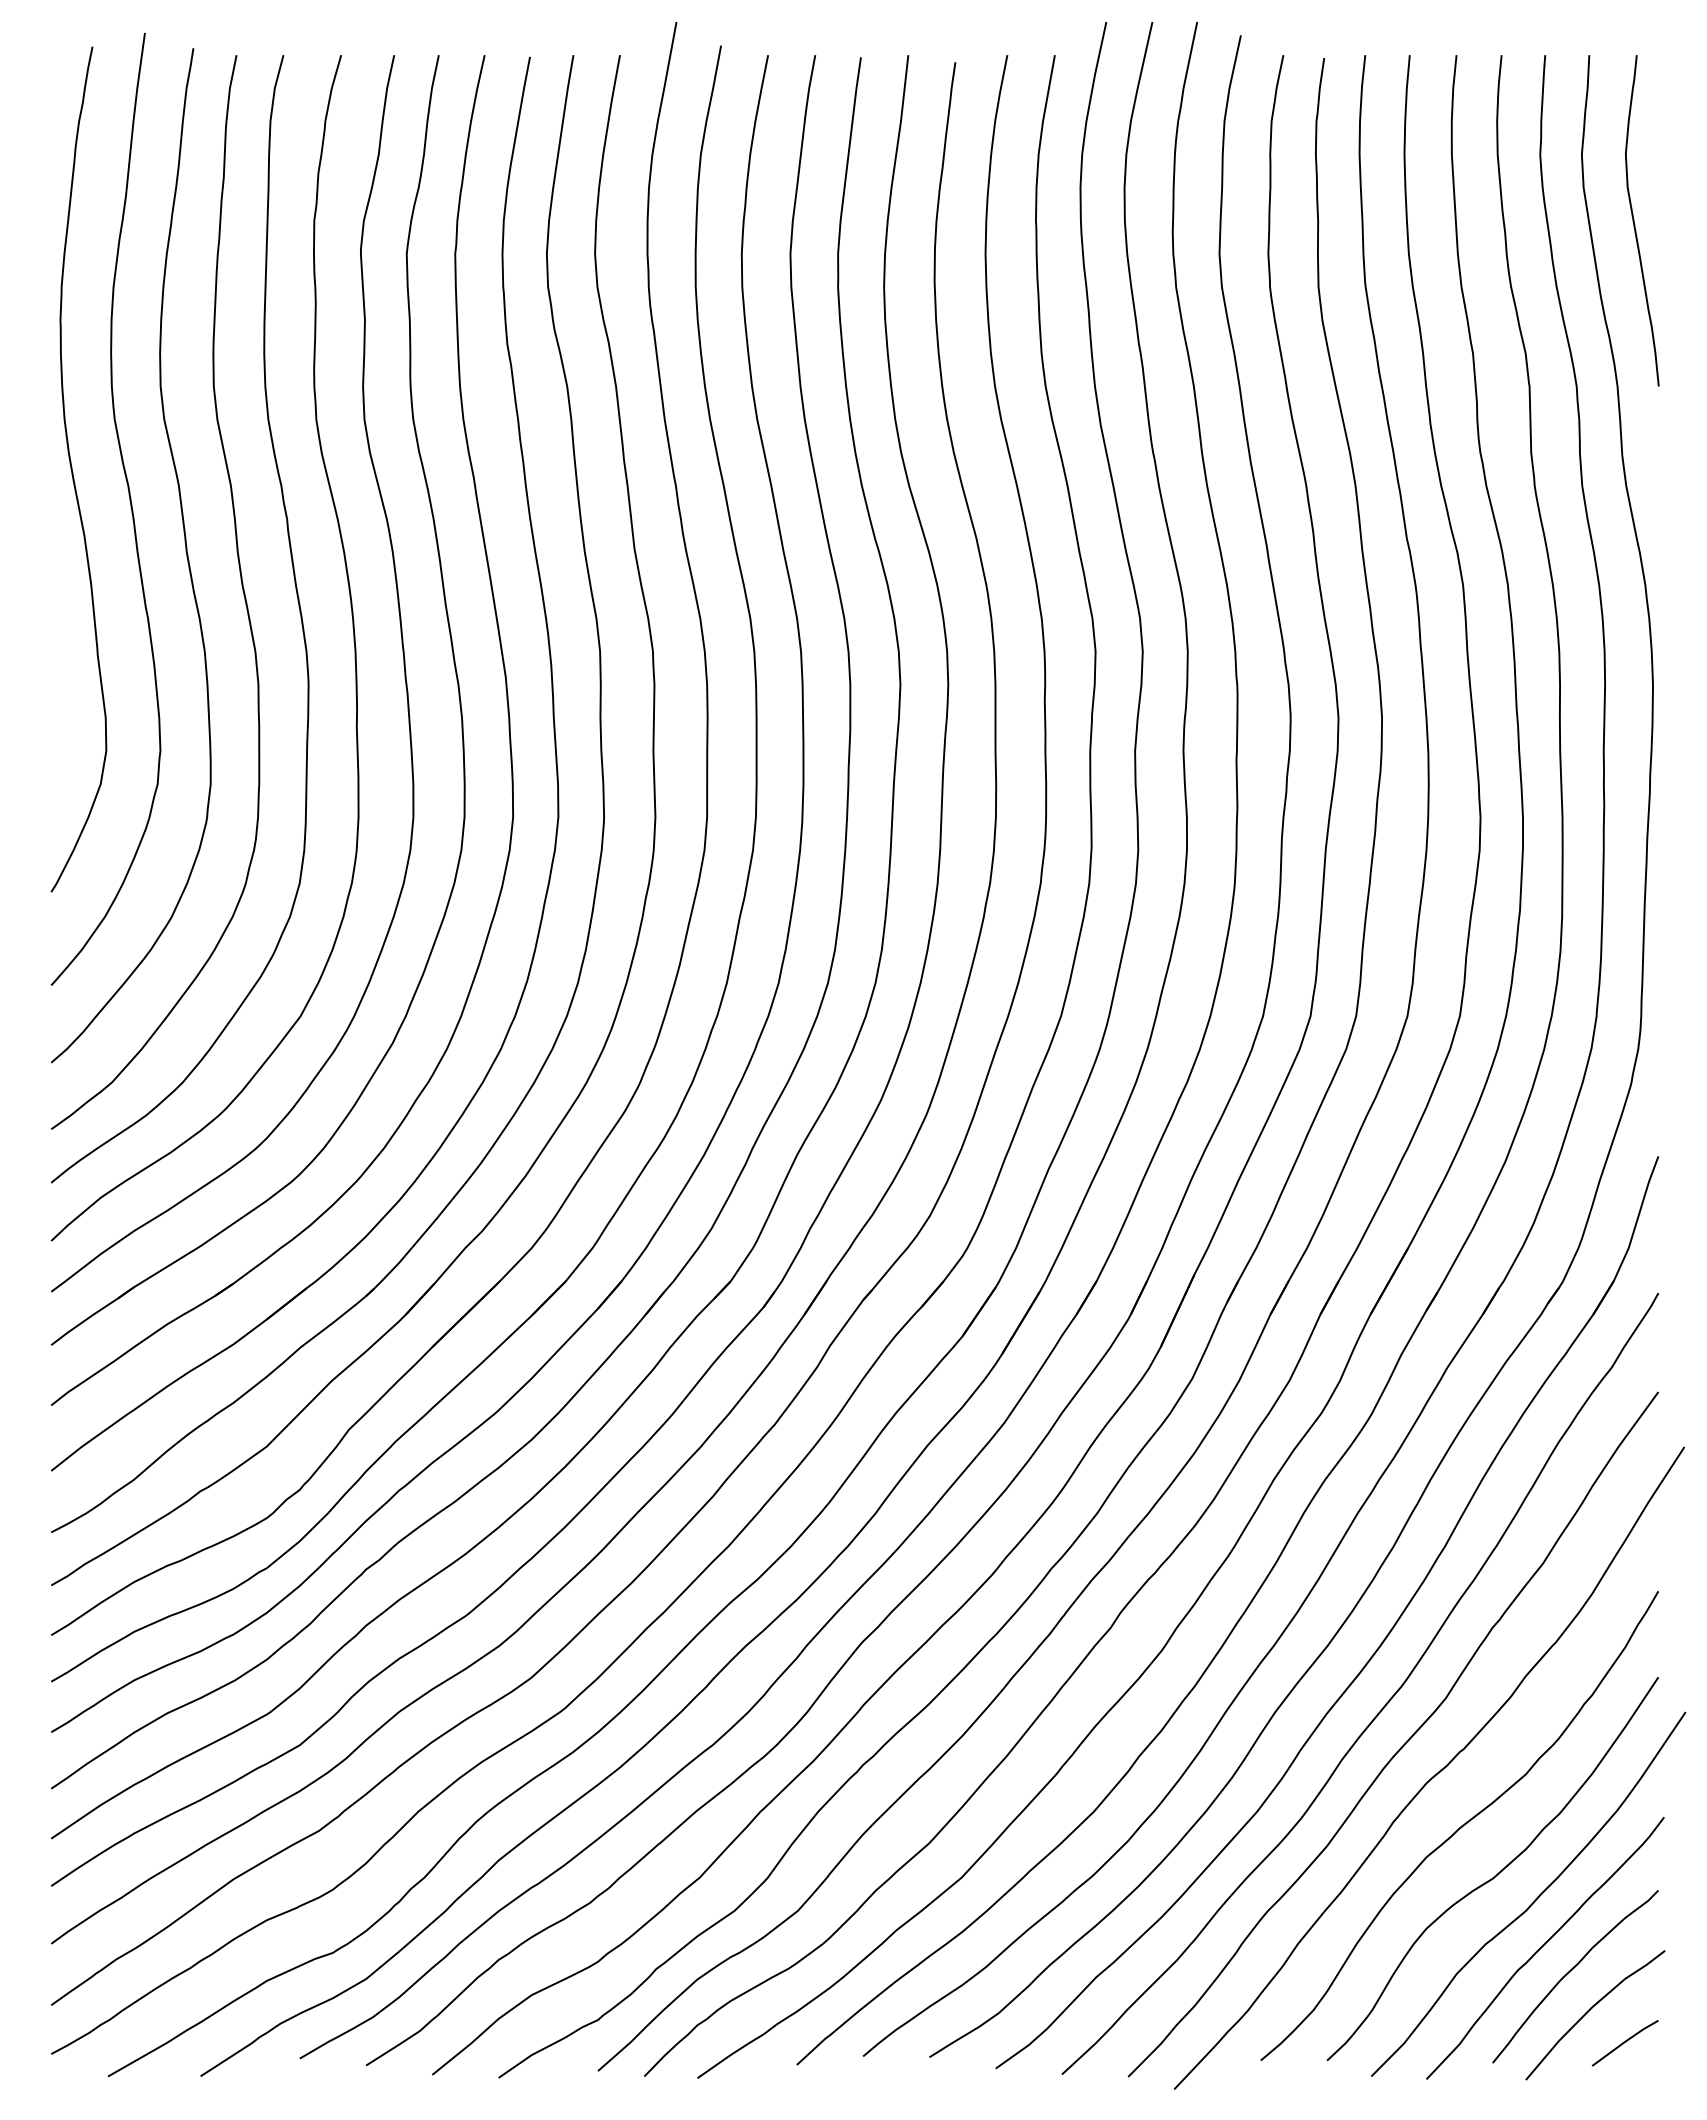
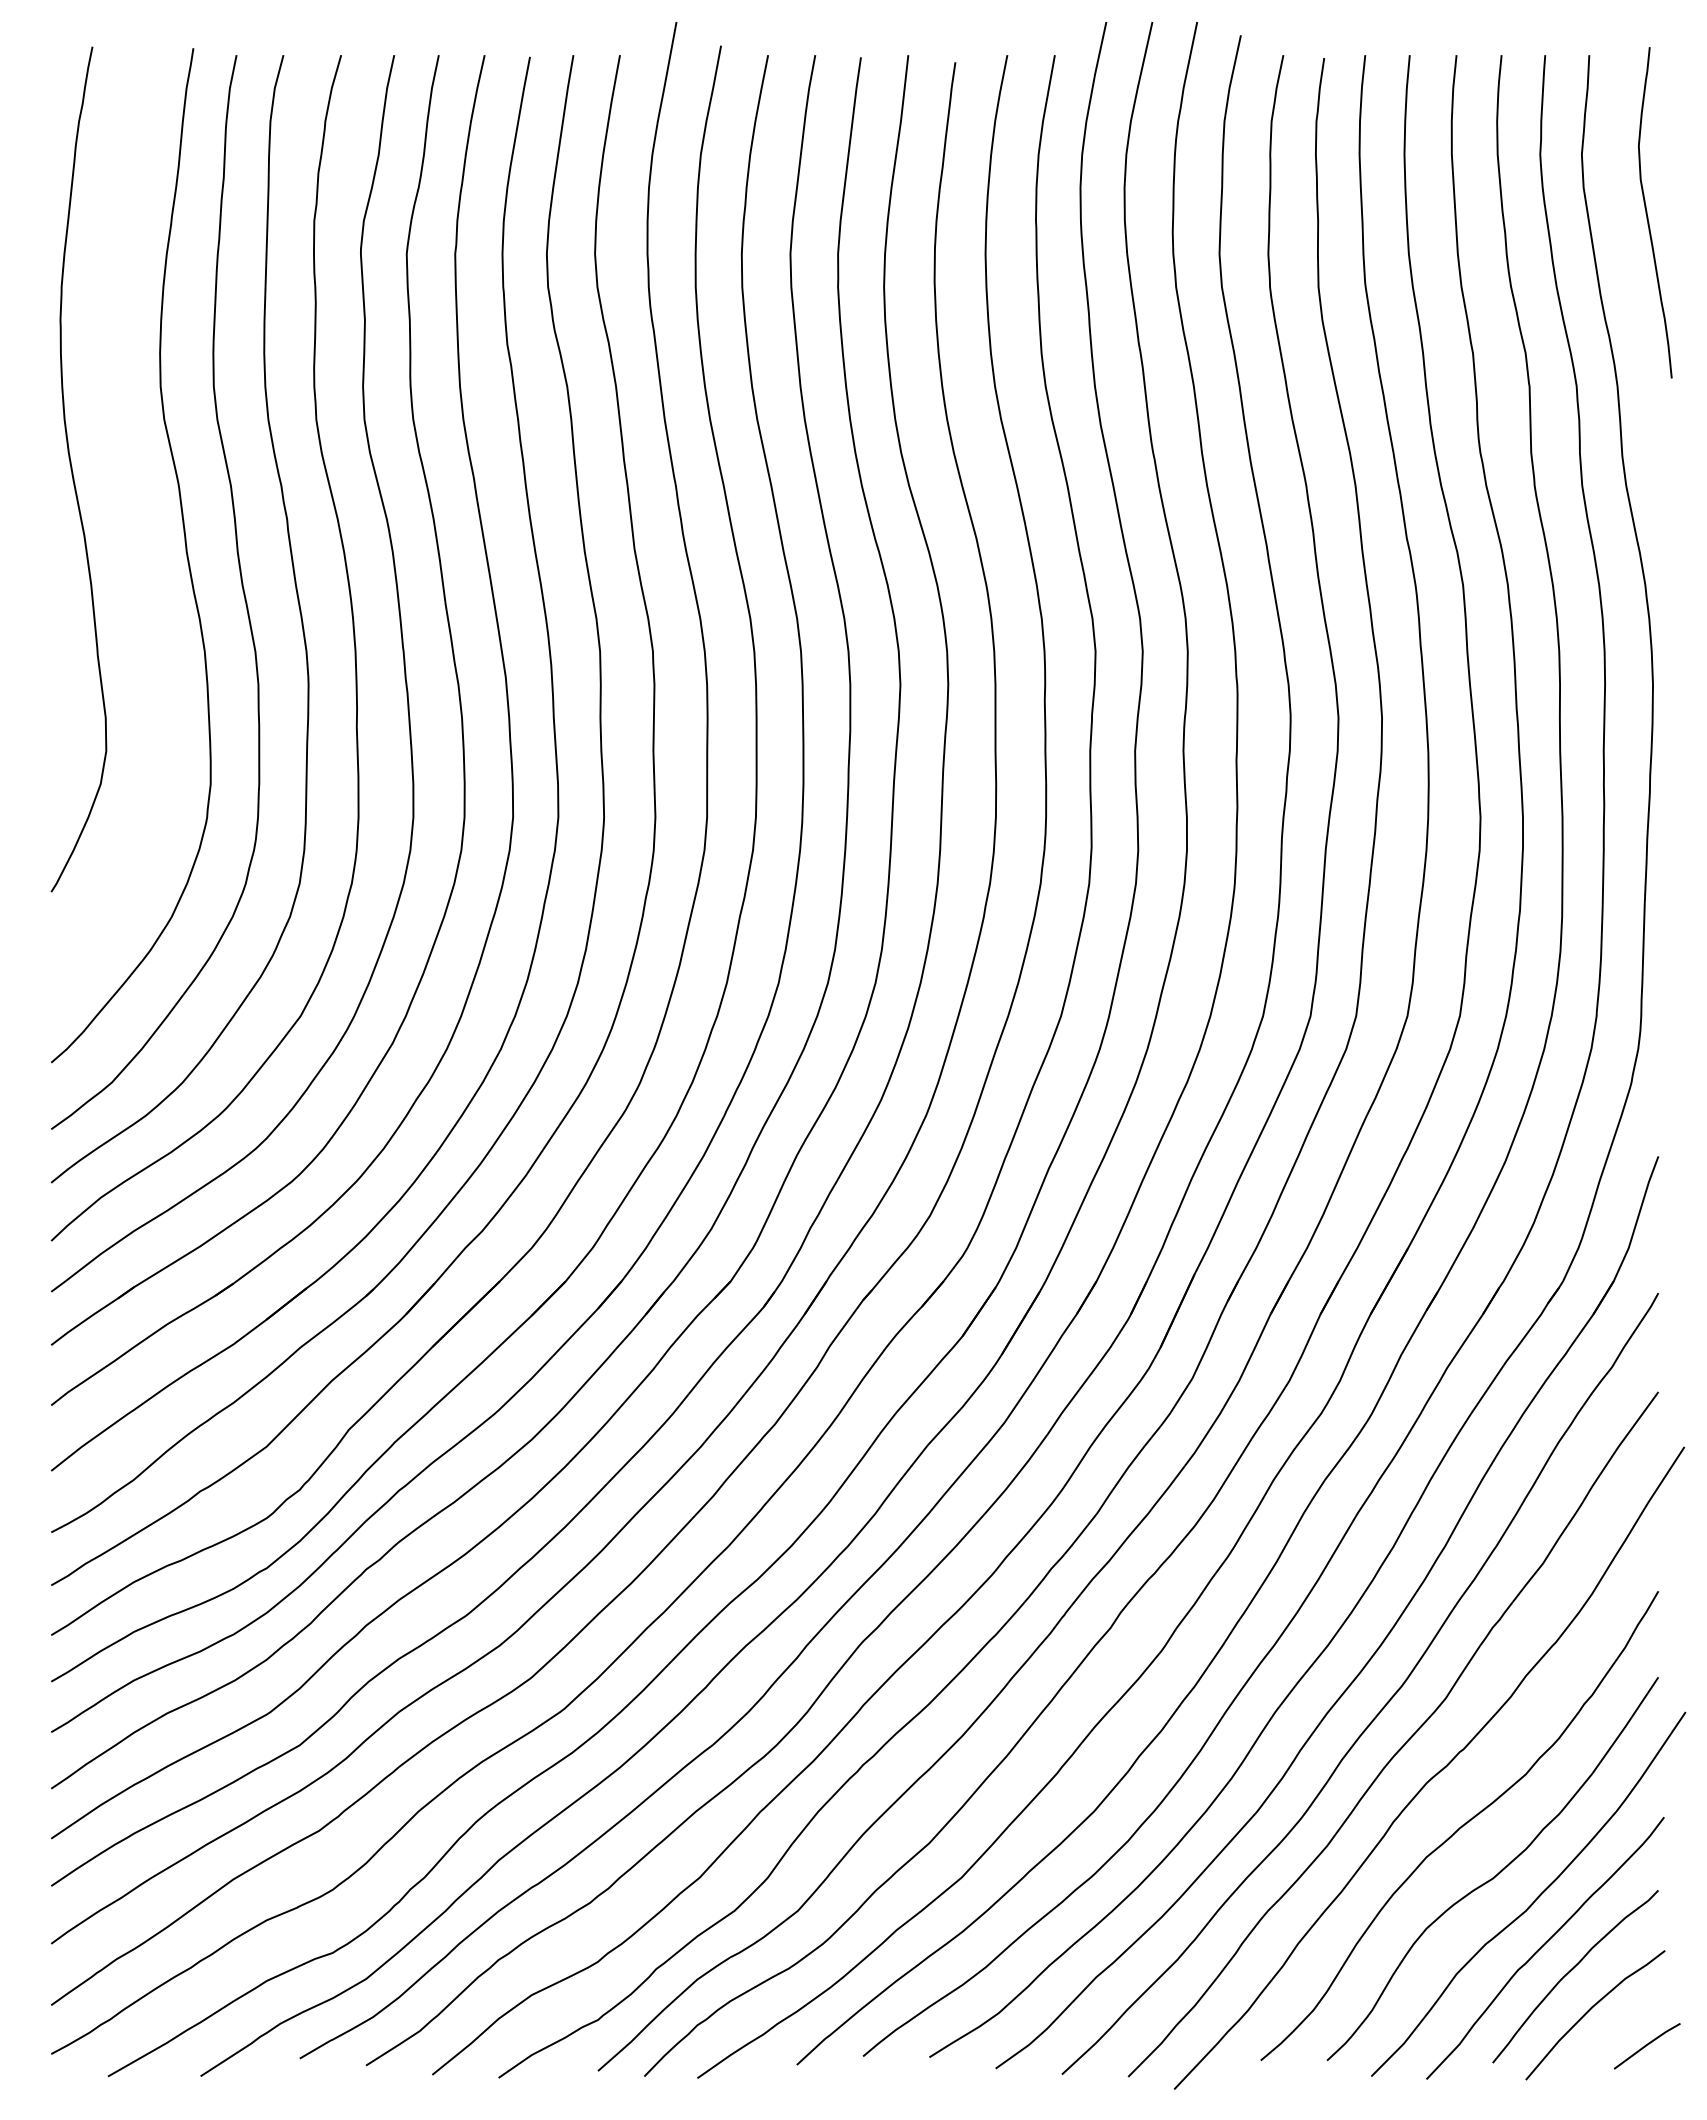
curve at (1634, 220) position: (1634, 220) -> (1647, 212)
curve at (129, 501): present -> none
line at (1624, 2043) position: (1624, 2043) -> (1646, 2046)
